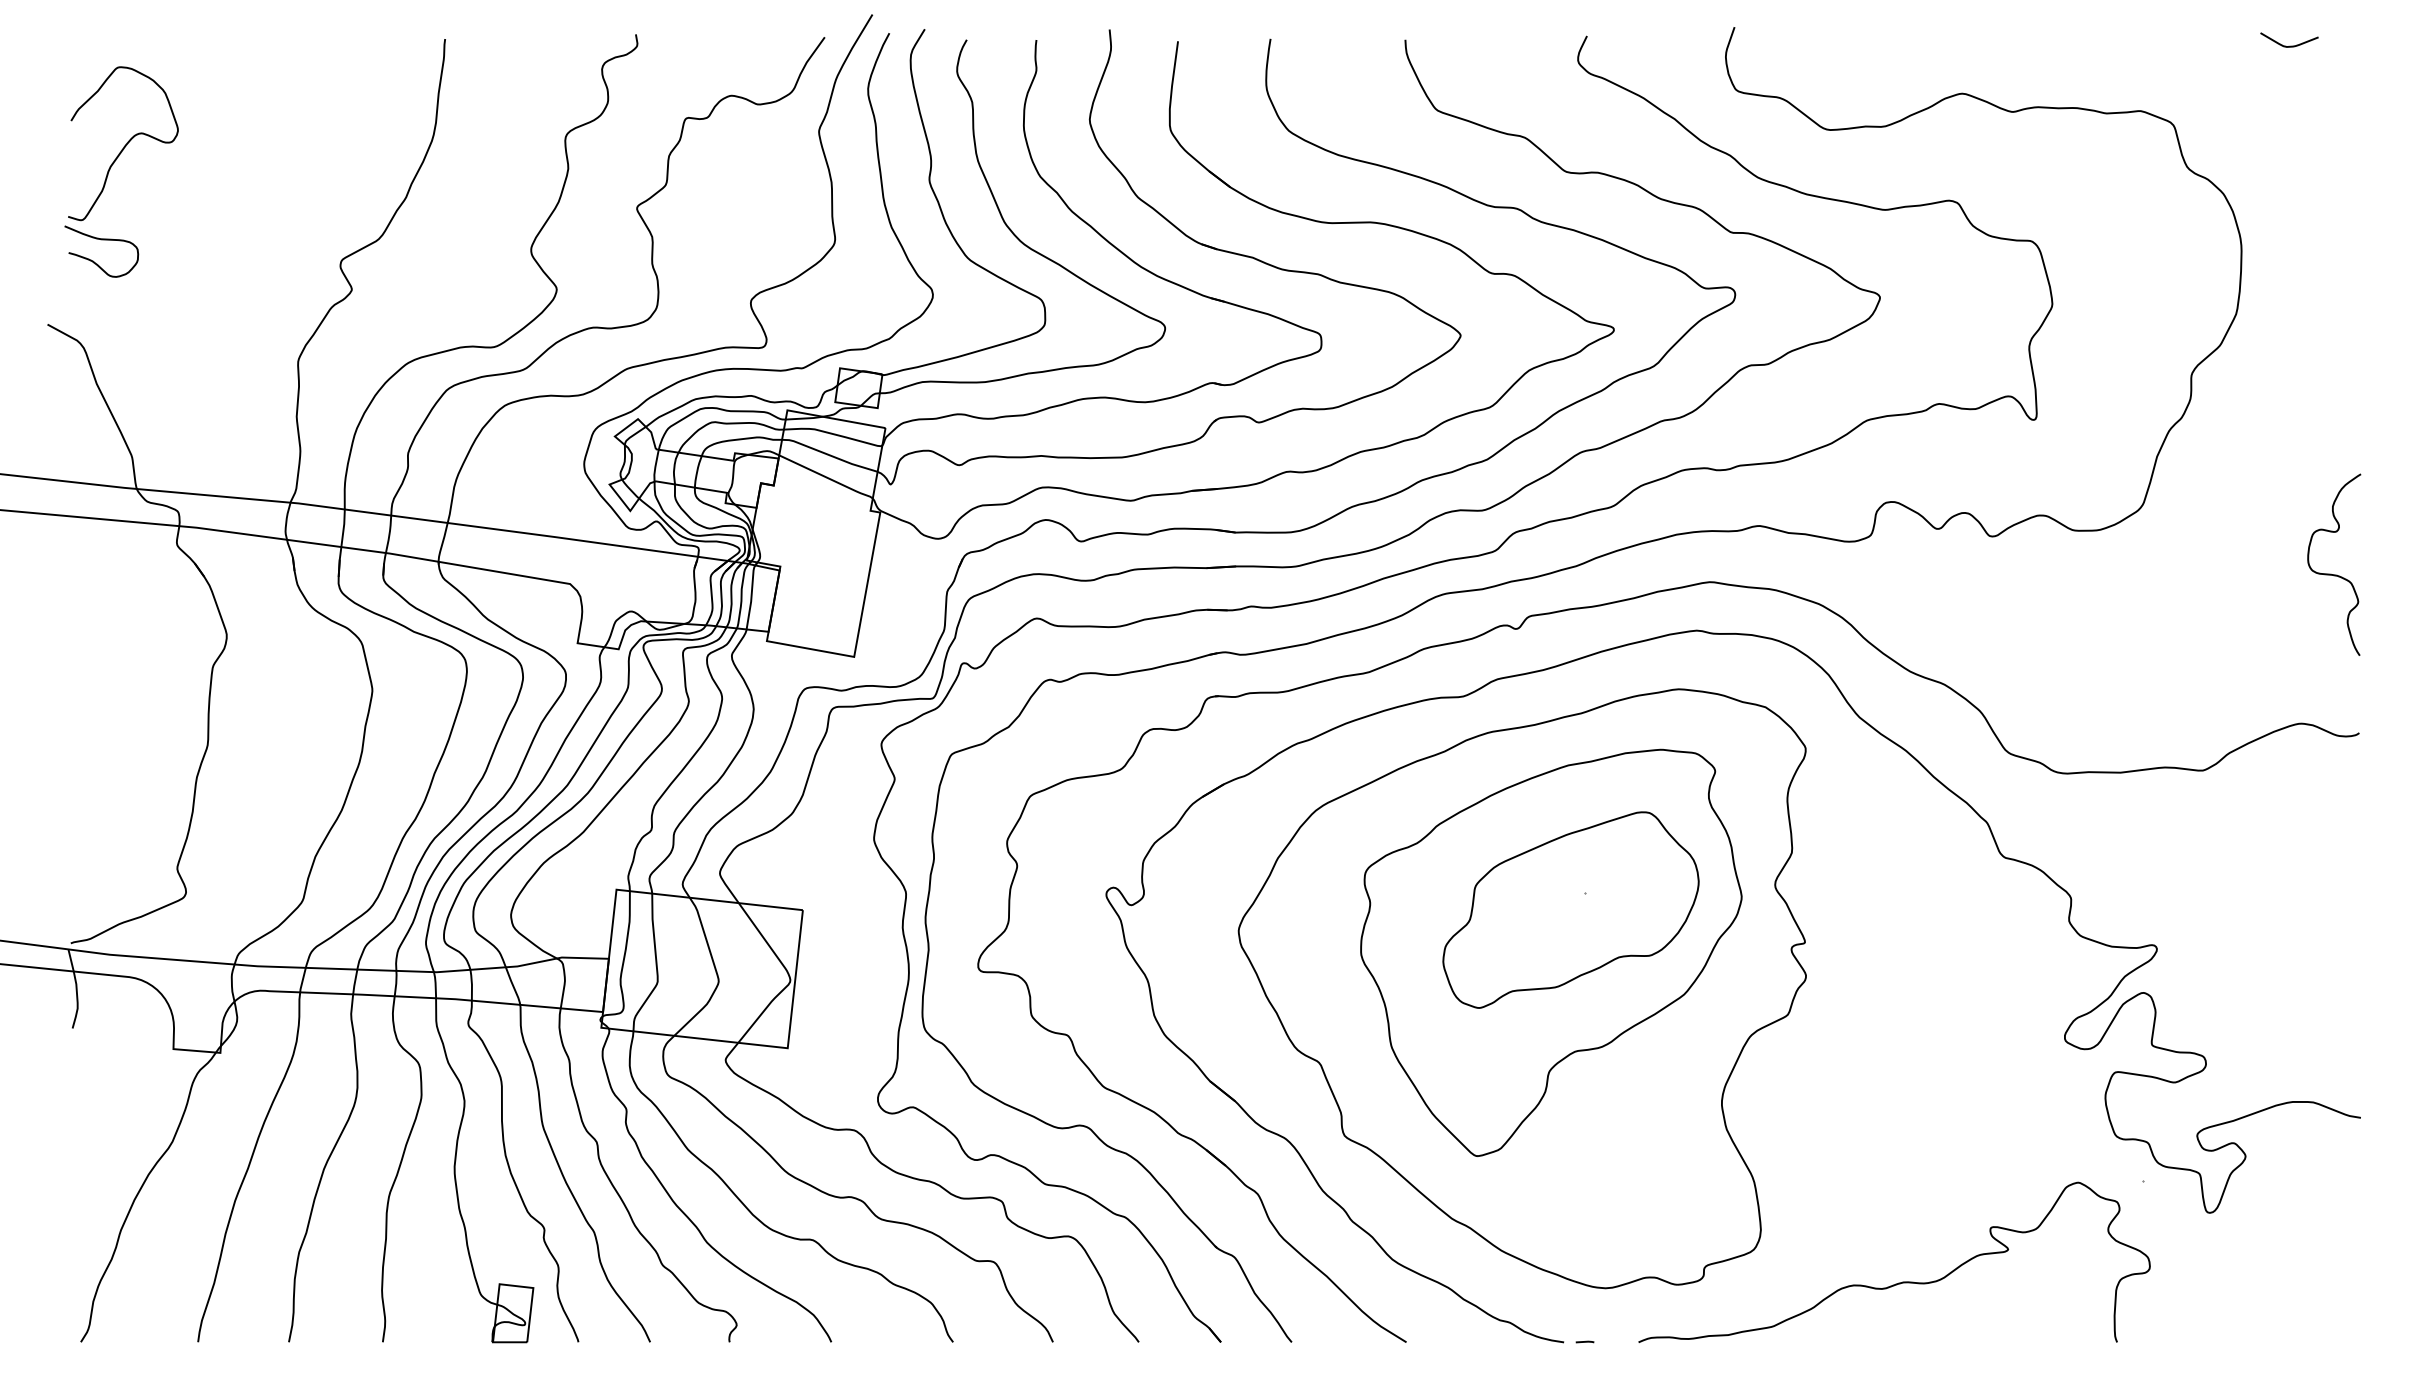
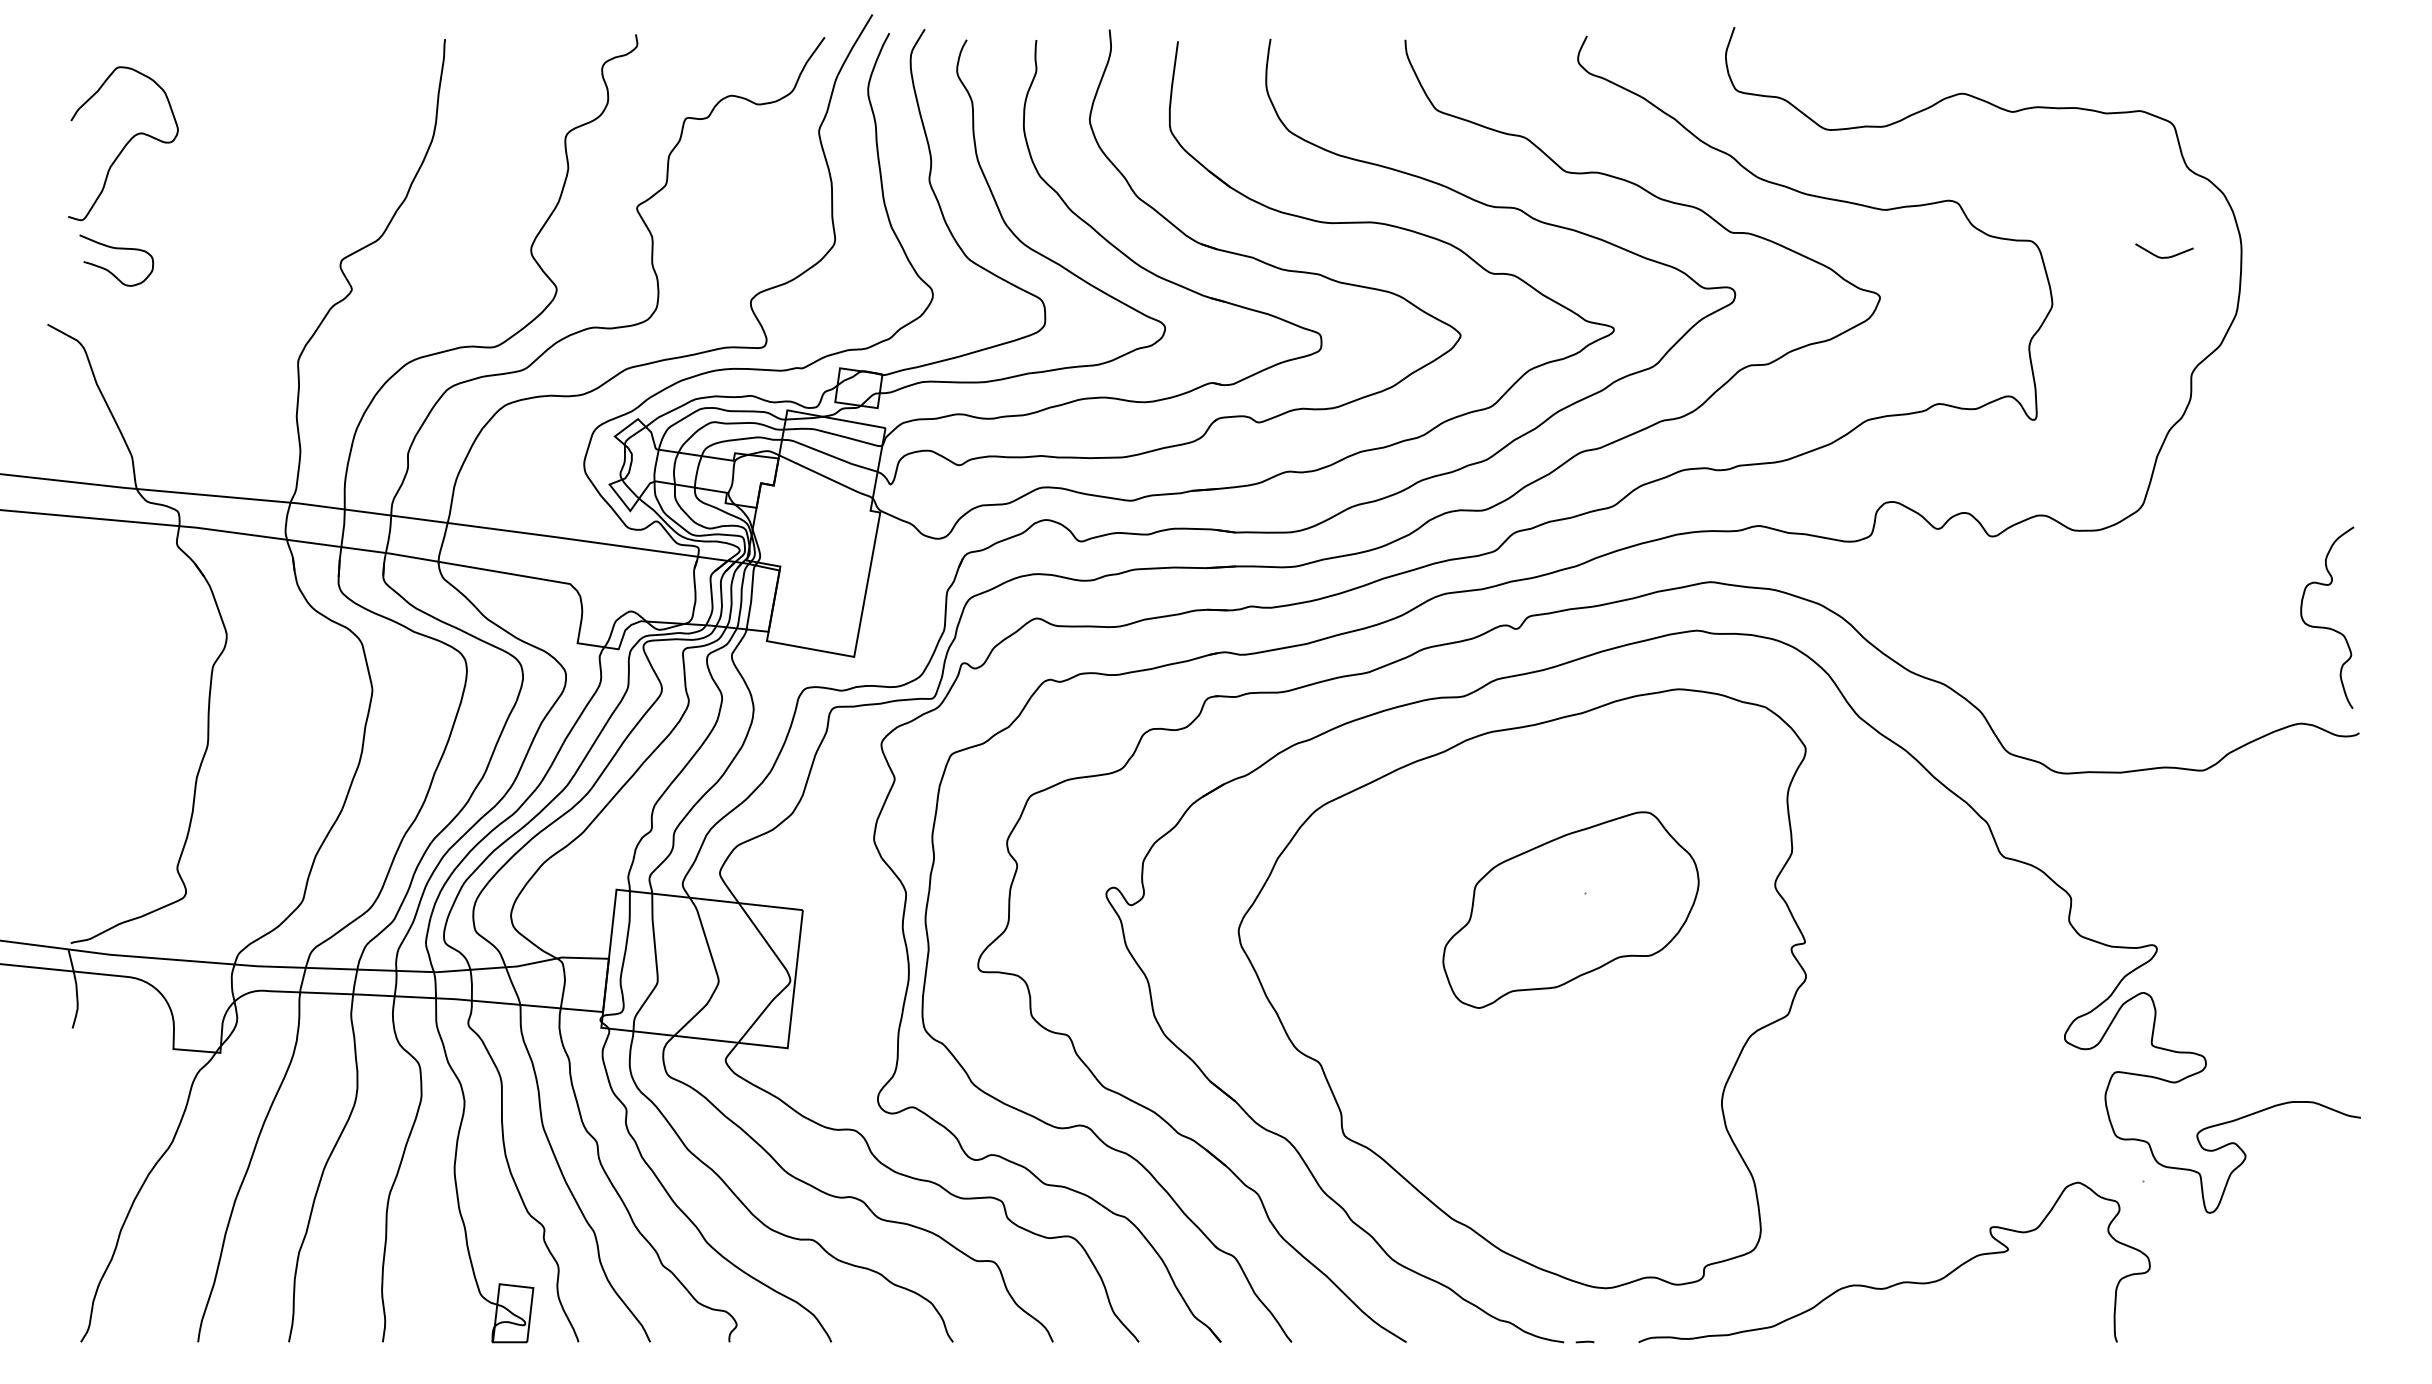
curve at (2289, 45) position: (2289, 45) -> (2164, 256)
curve at (101, 240) position: (101, 240) -> (116, 249)
curve at (2331, 573) position: (2331, 573) -> (2324, 626)
part at (1551, 952): present -> none
